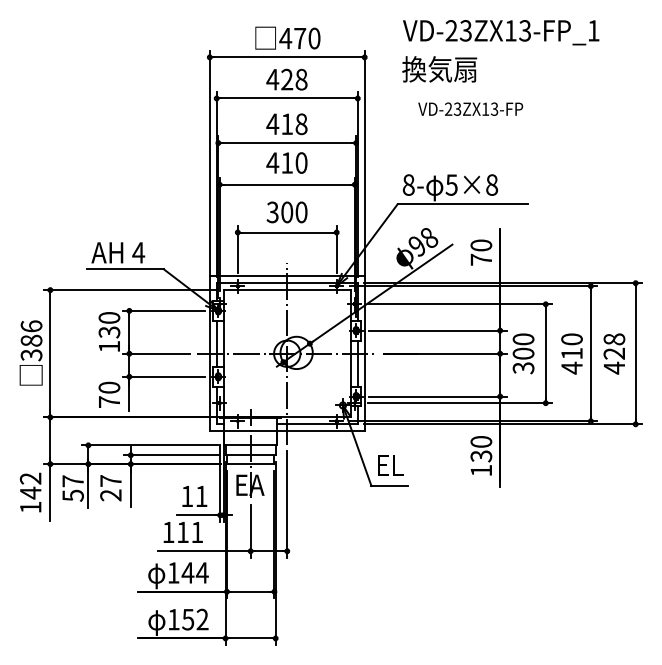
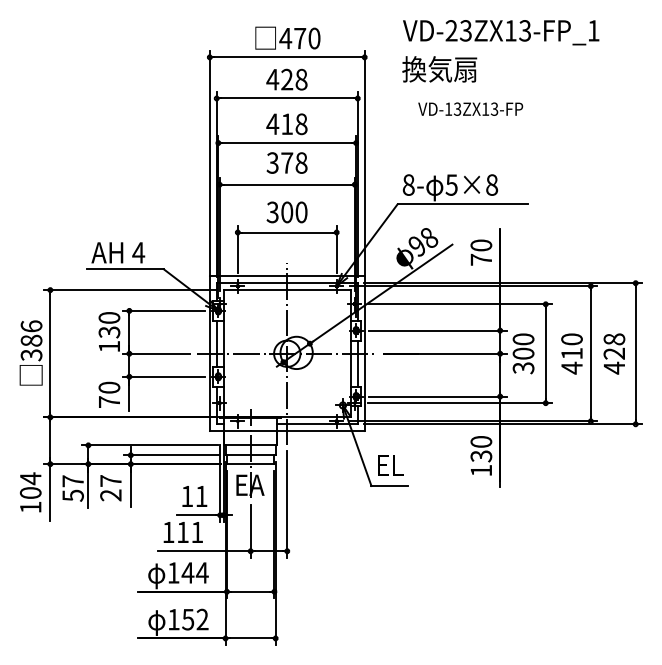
text at (448, 108): VD-23ZX13-FP -> VD-13ZX13-FP
text at (286, 162): 410 -> 378
text at (30, 485): 142 -> 104
